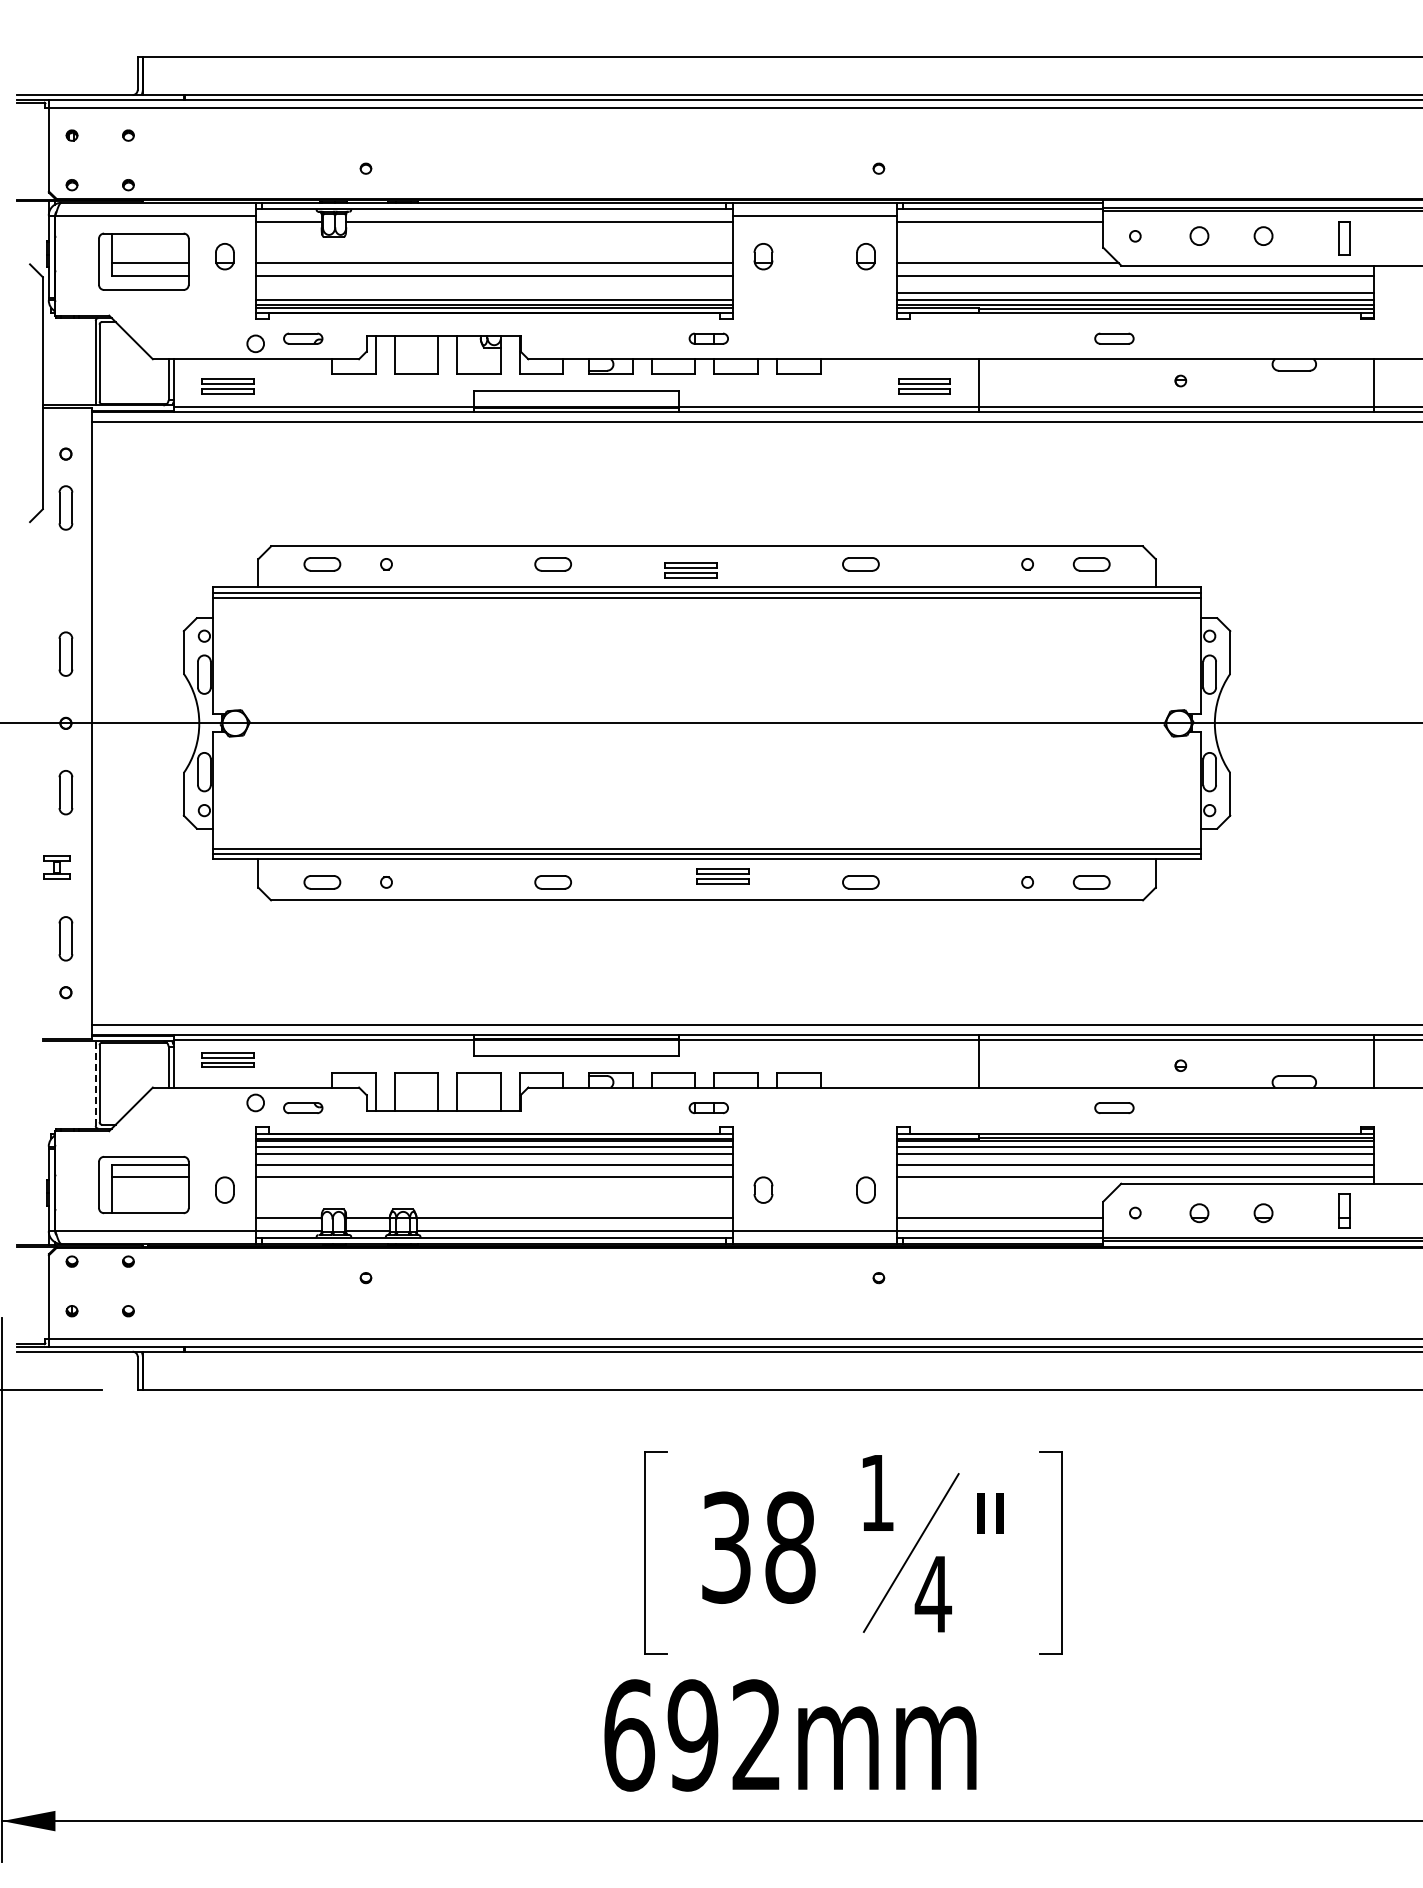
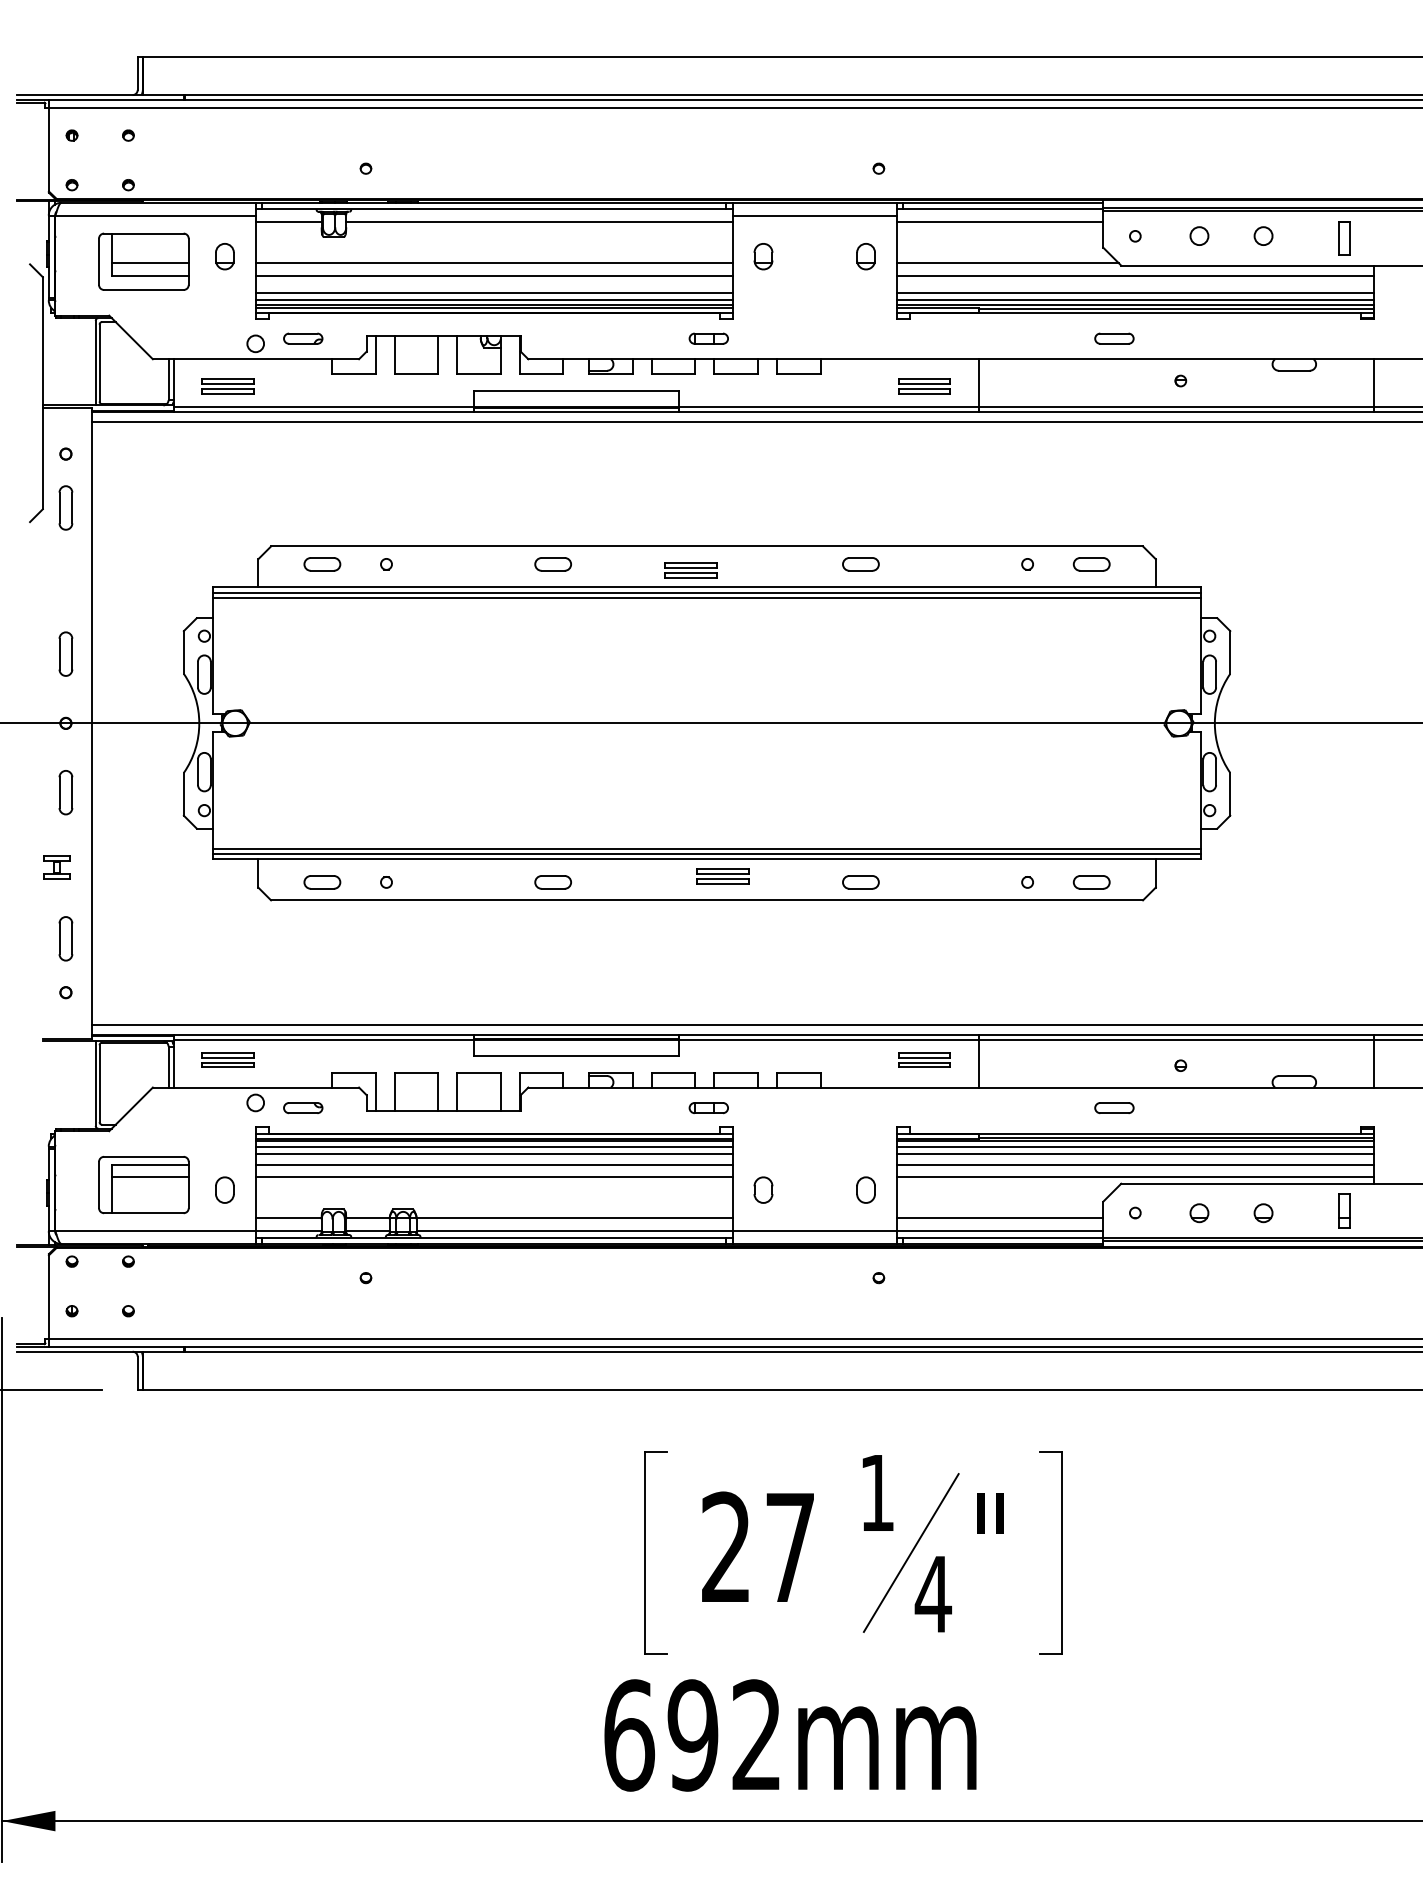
line at (493, 292): none -> present
part at (924, 1059): none -> present
line at (95, 1083): dashed -> solid
text at (758, 1547): 38 -> 27
